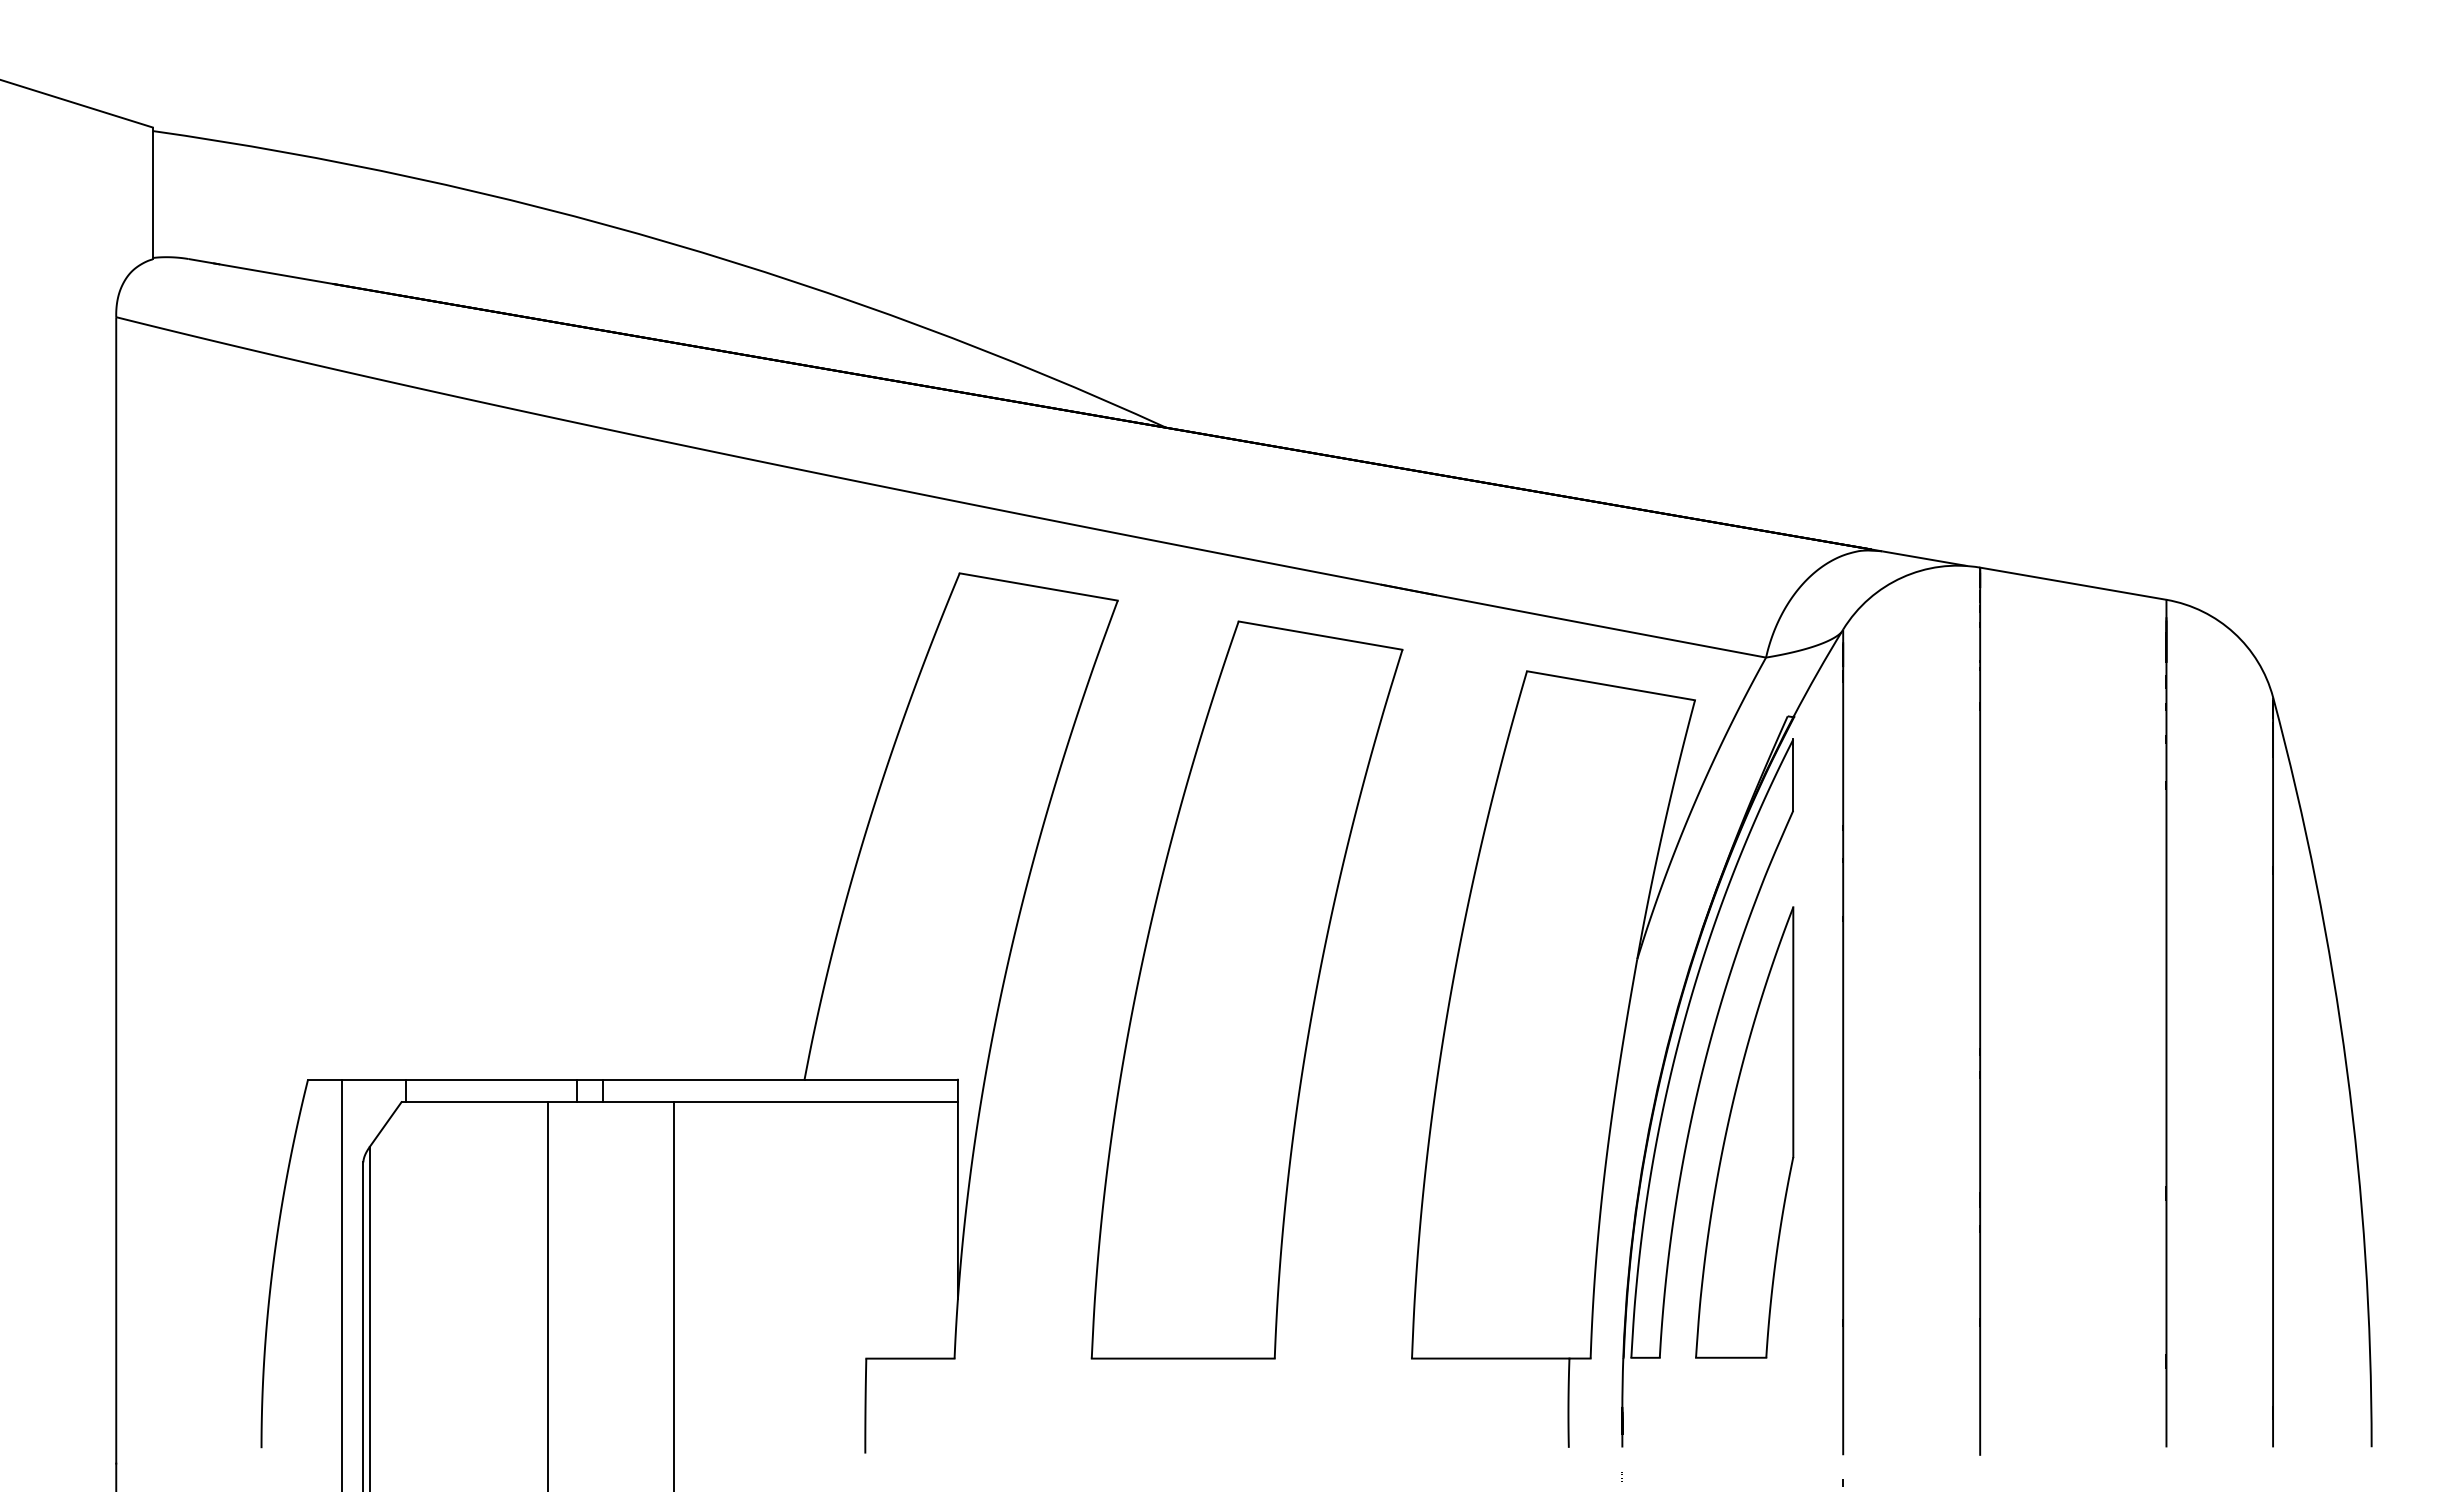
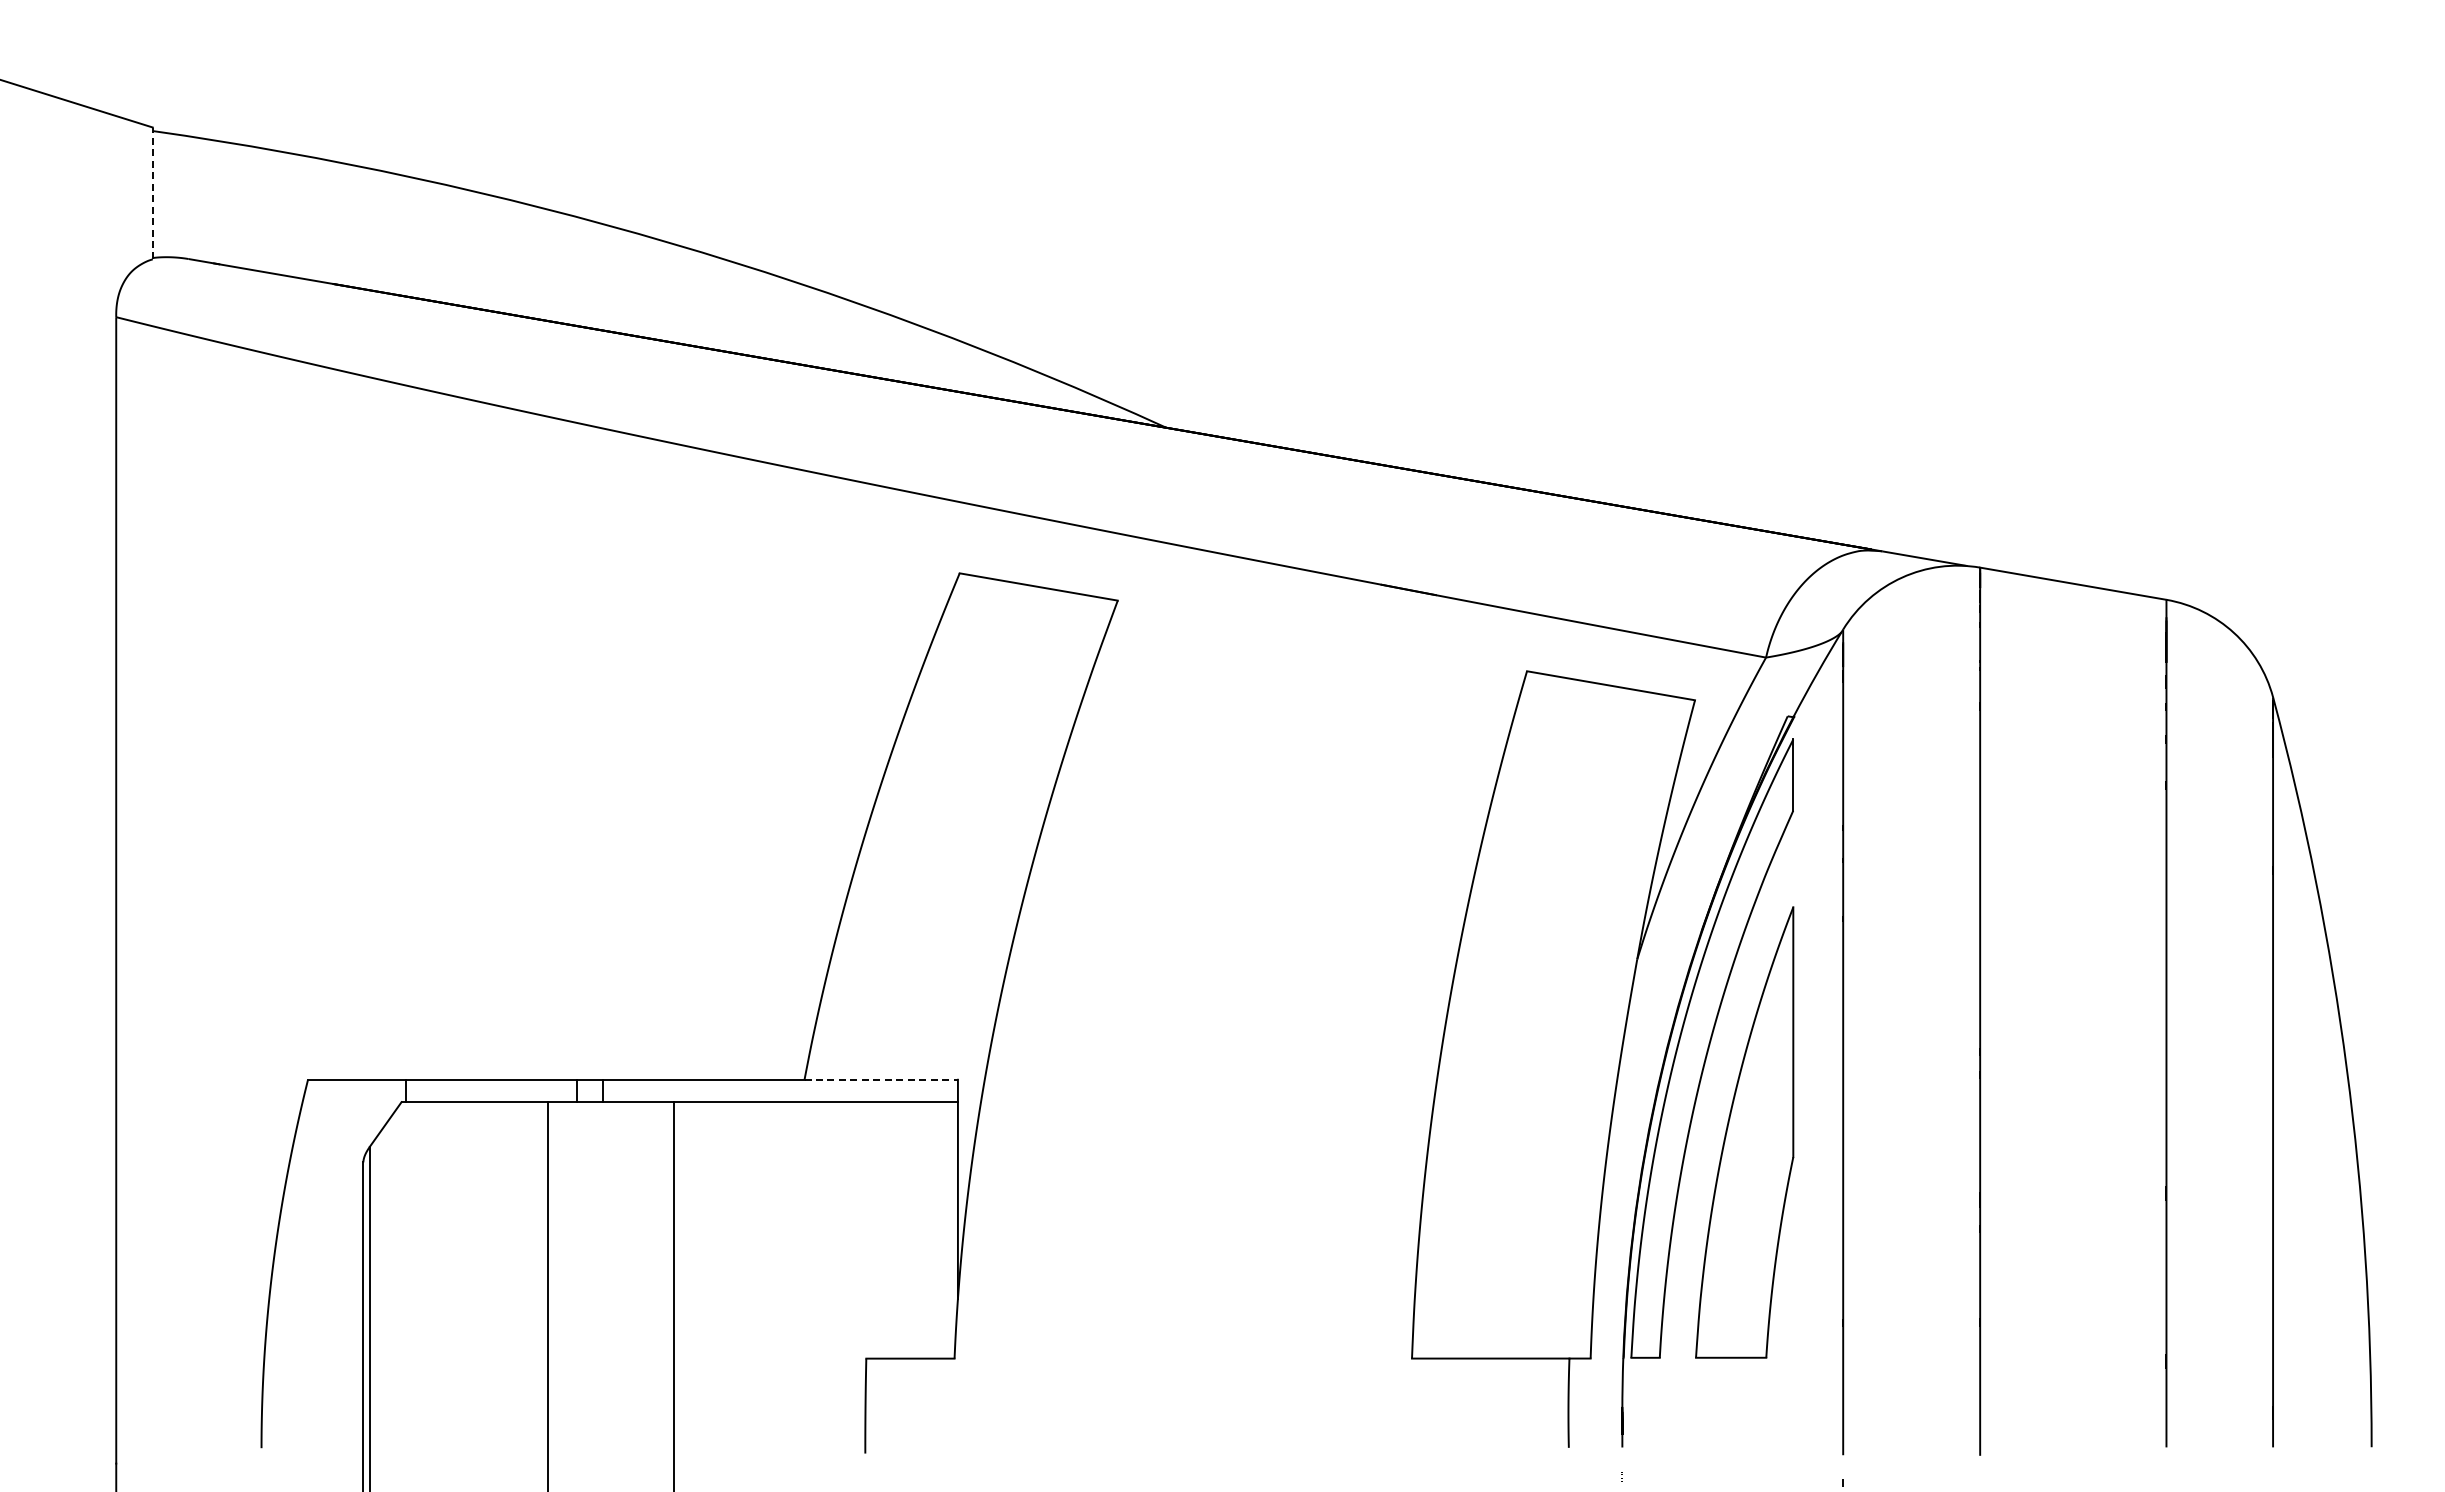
line at (152, 193): solid -> dashed
part at (1246, 989): present -> none
line at (881, 1079): solid -> dashed
line at (342, 1283): present -> none
